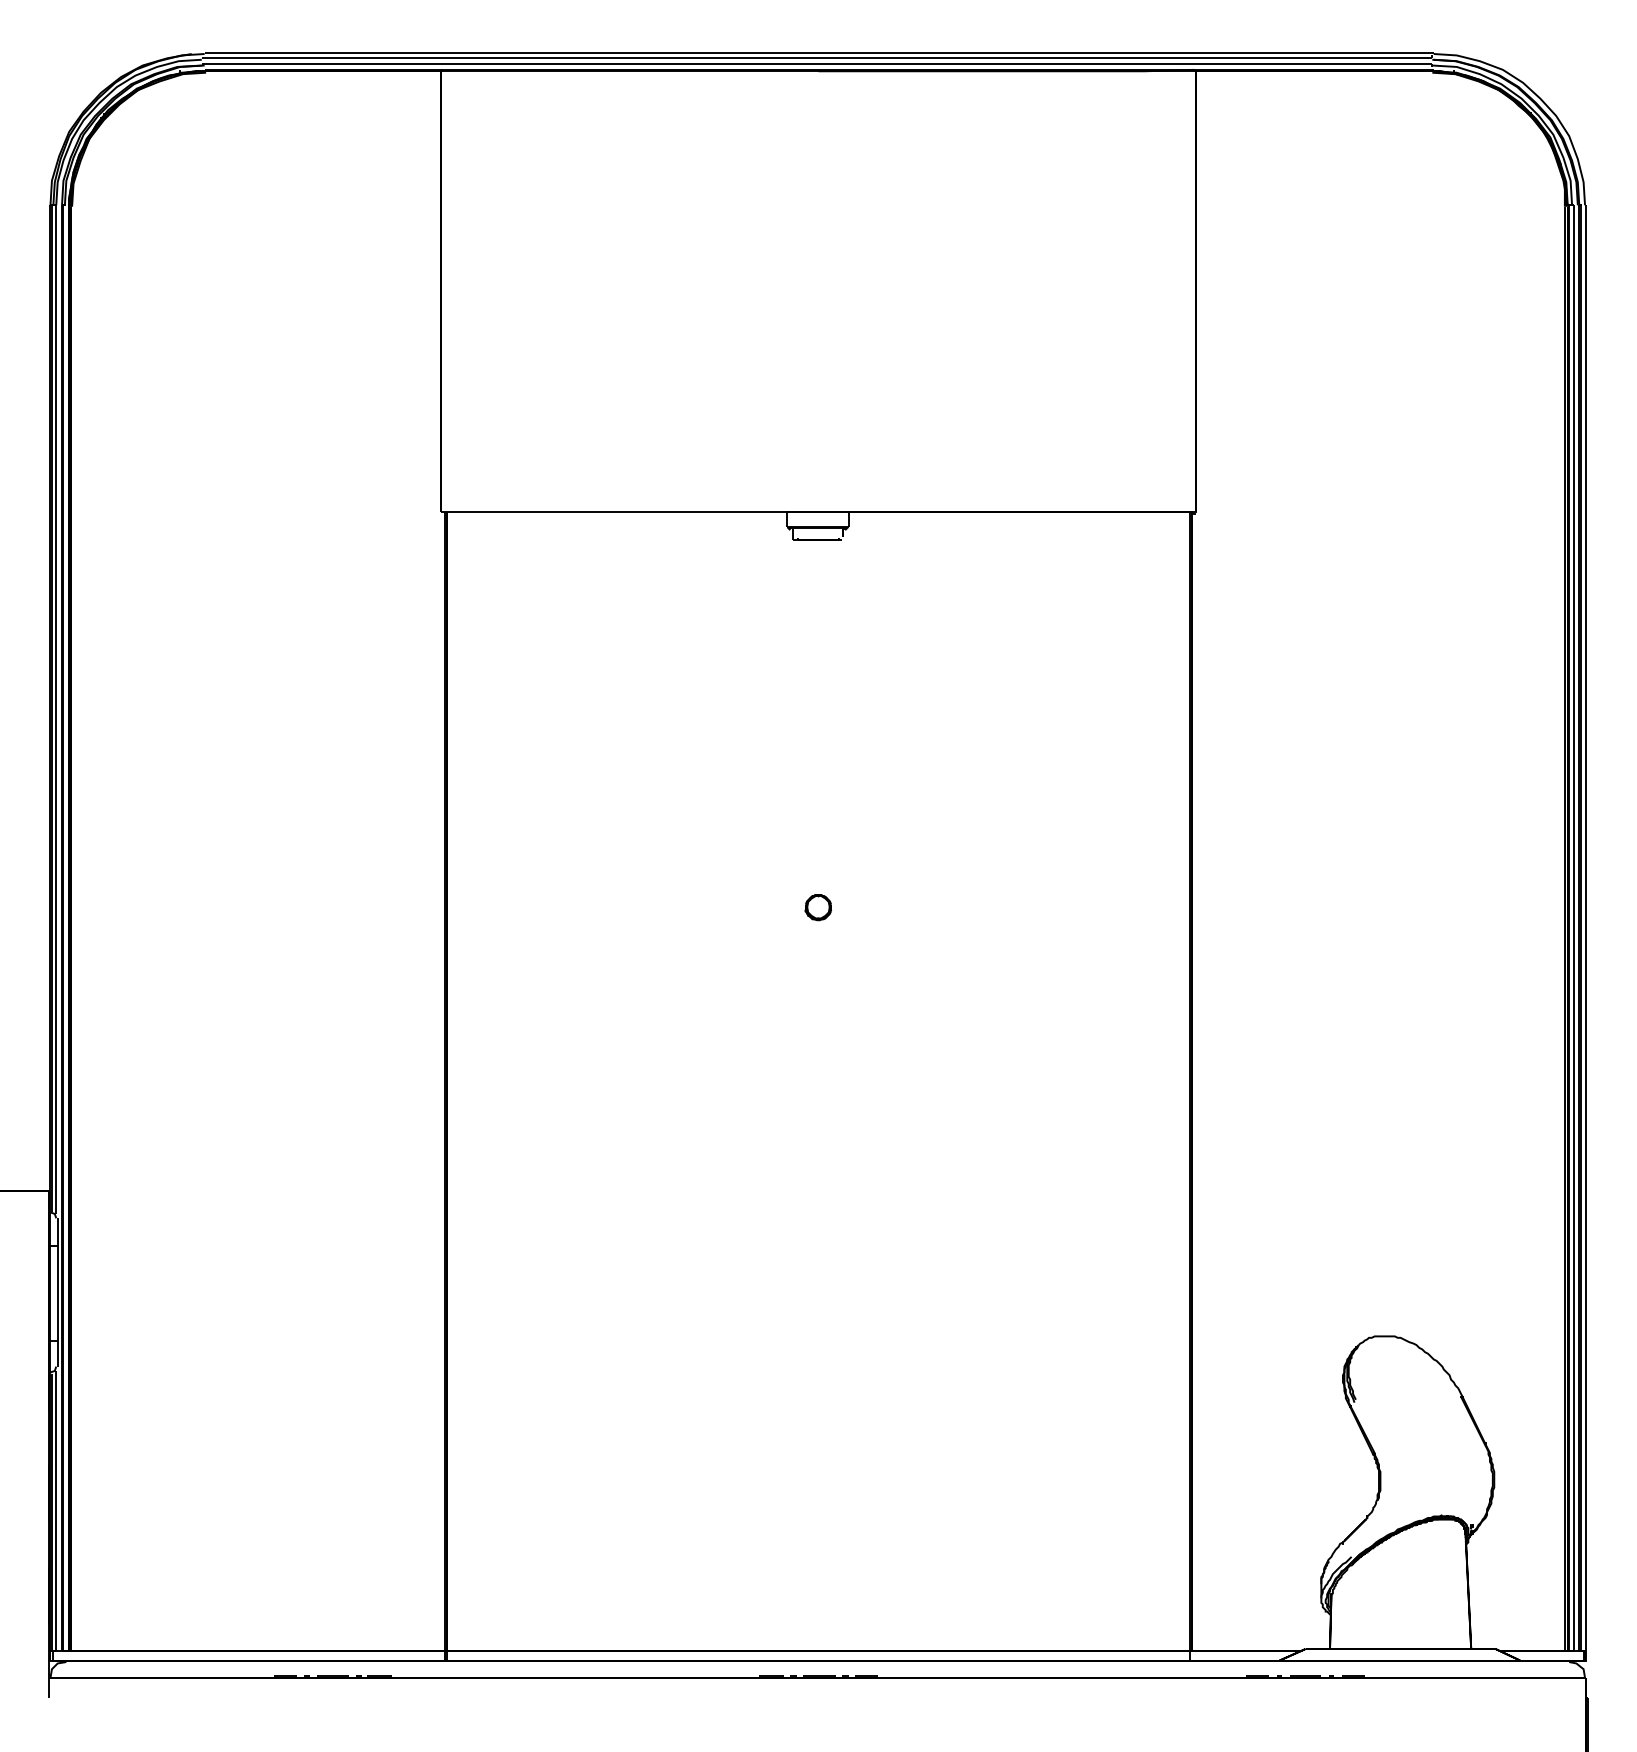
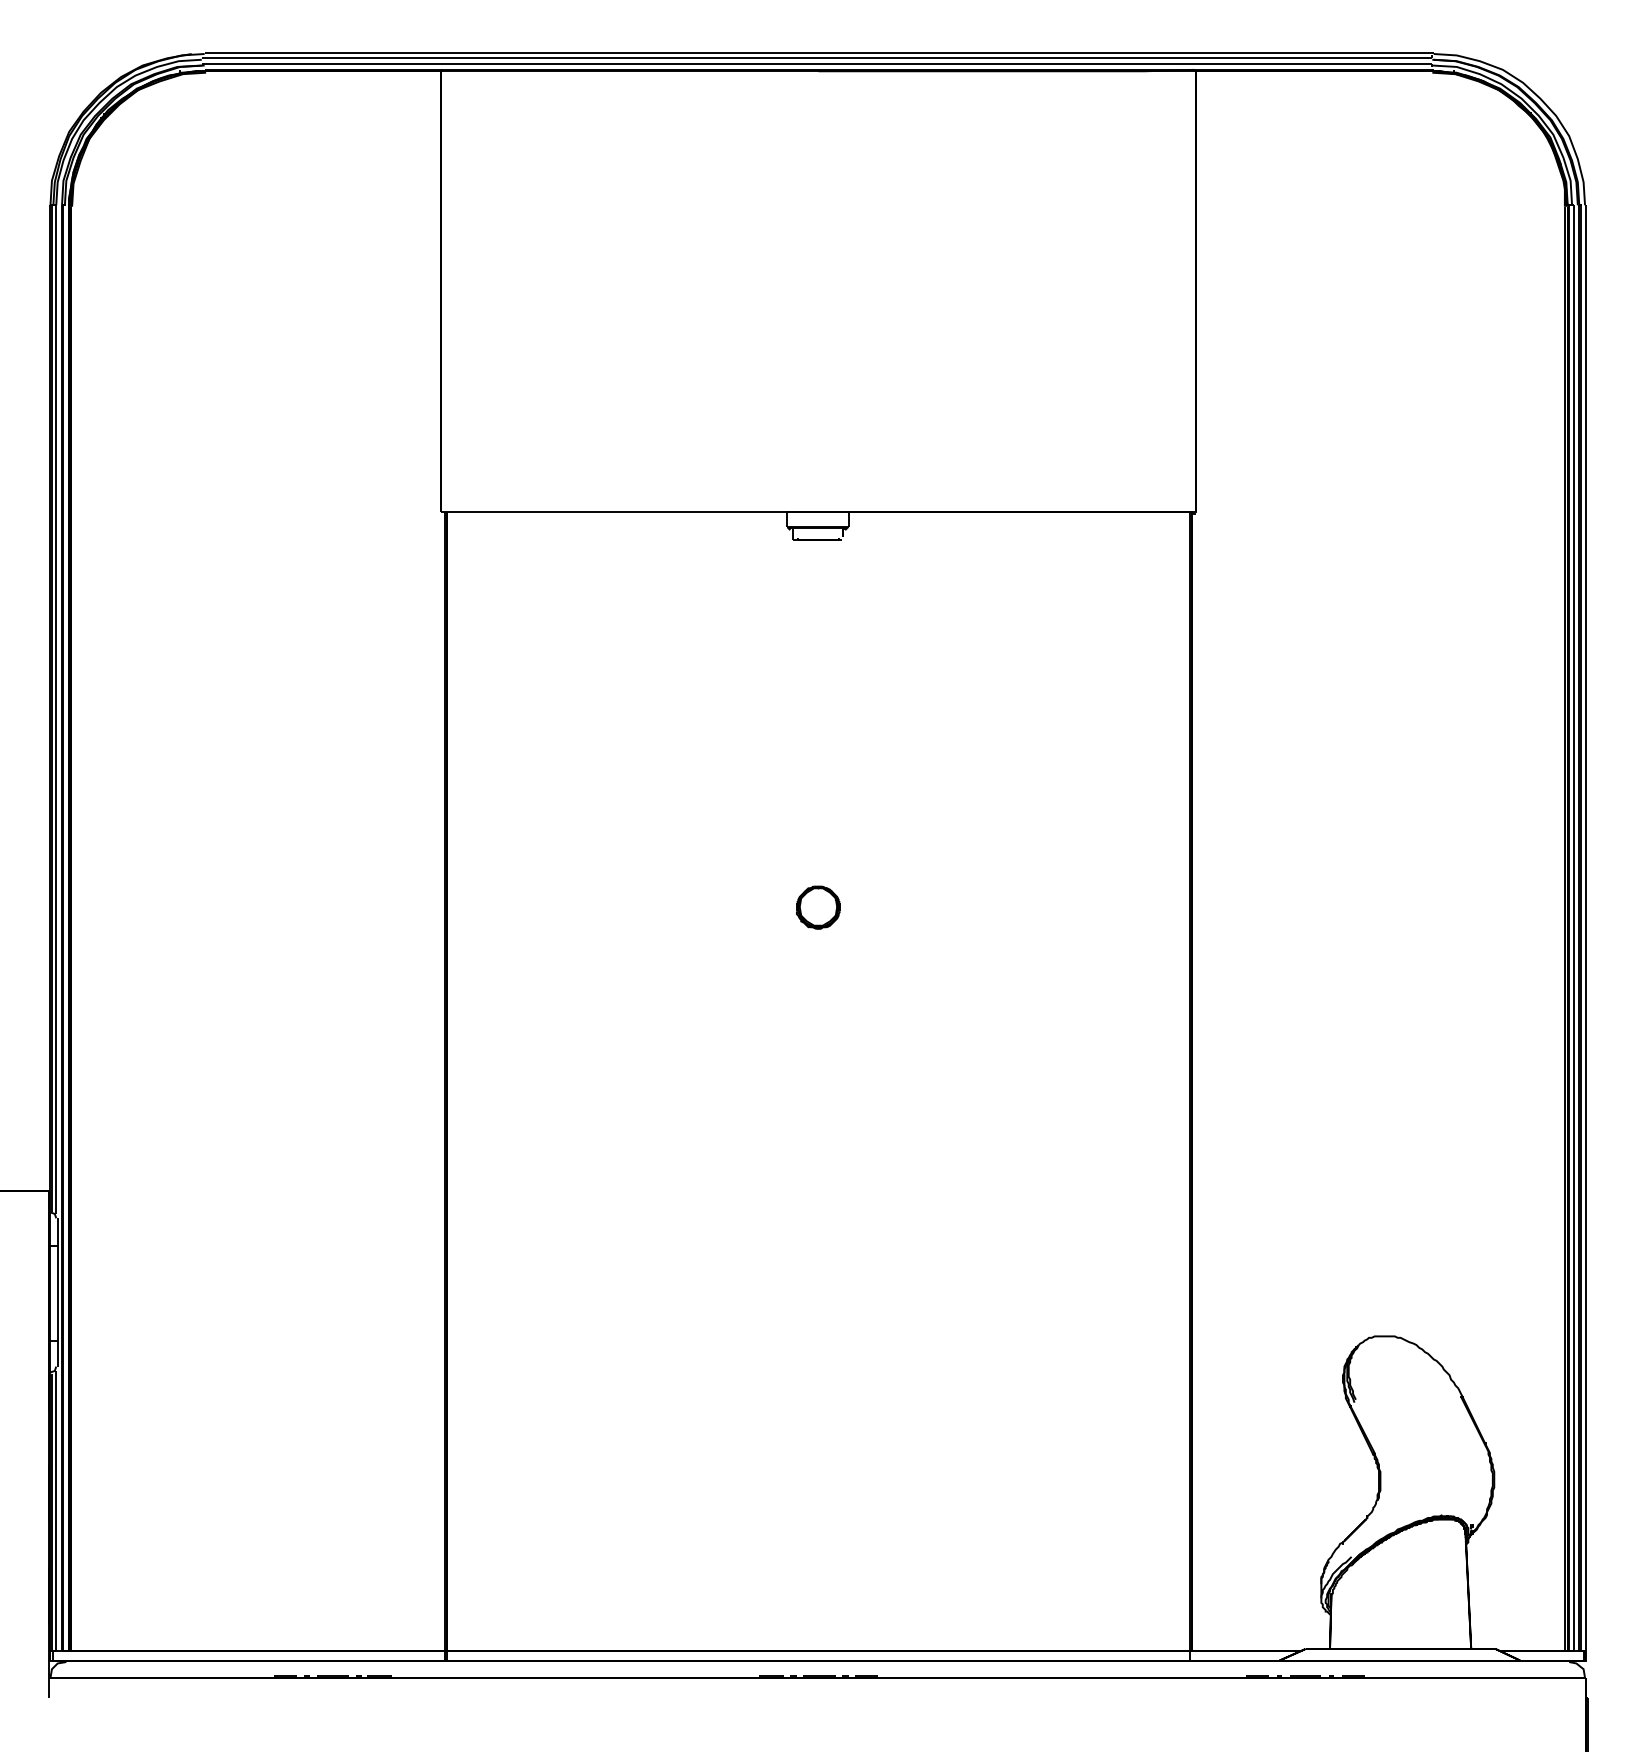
part at (818, 907) size: 29x28 px -> 45x45 px
